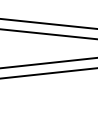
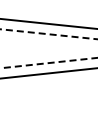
line at (49, 34): solid -> dashed
line at (49, 63): solid -> dashed
